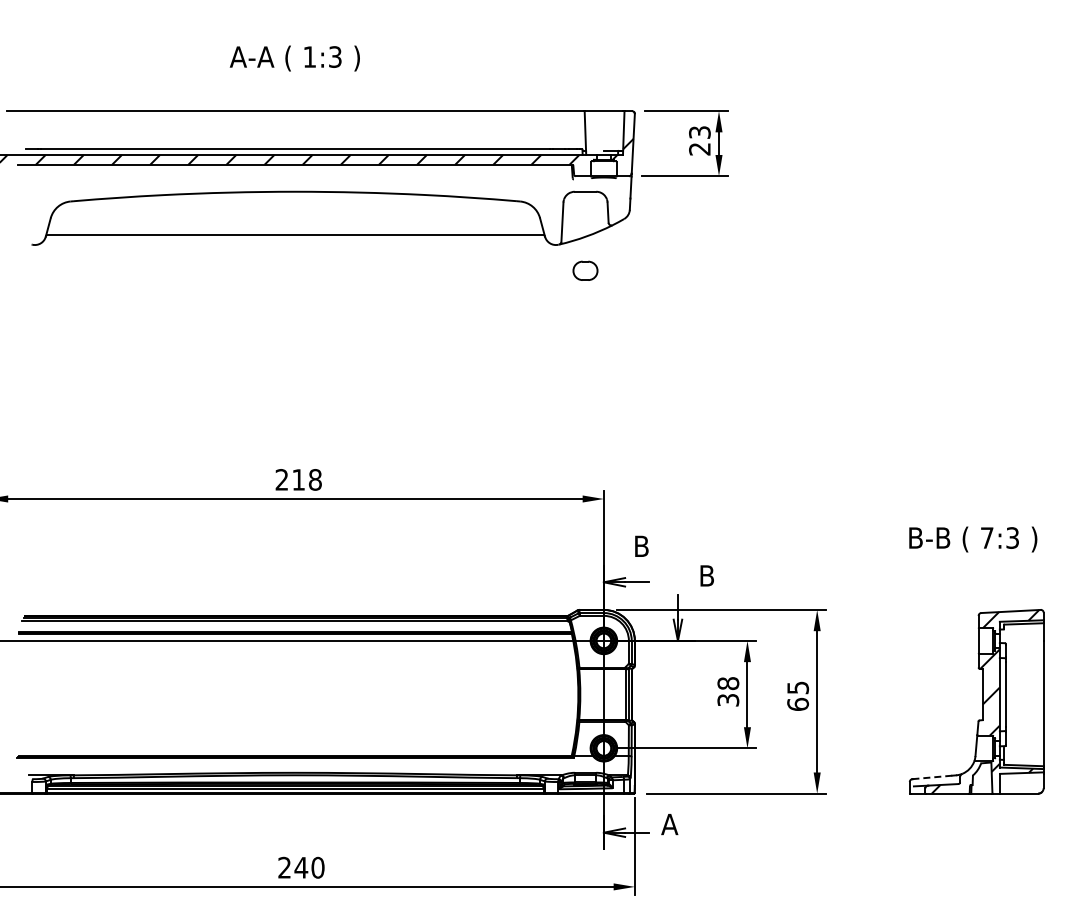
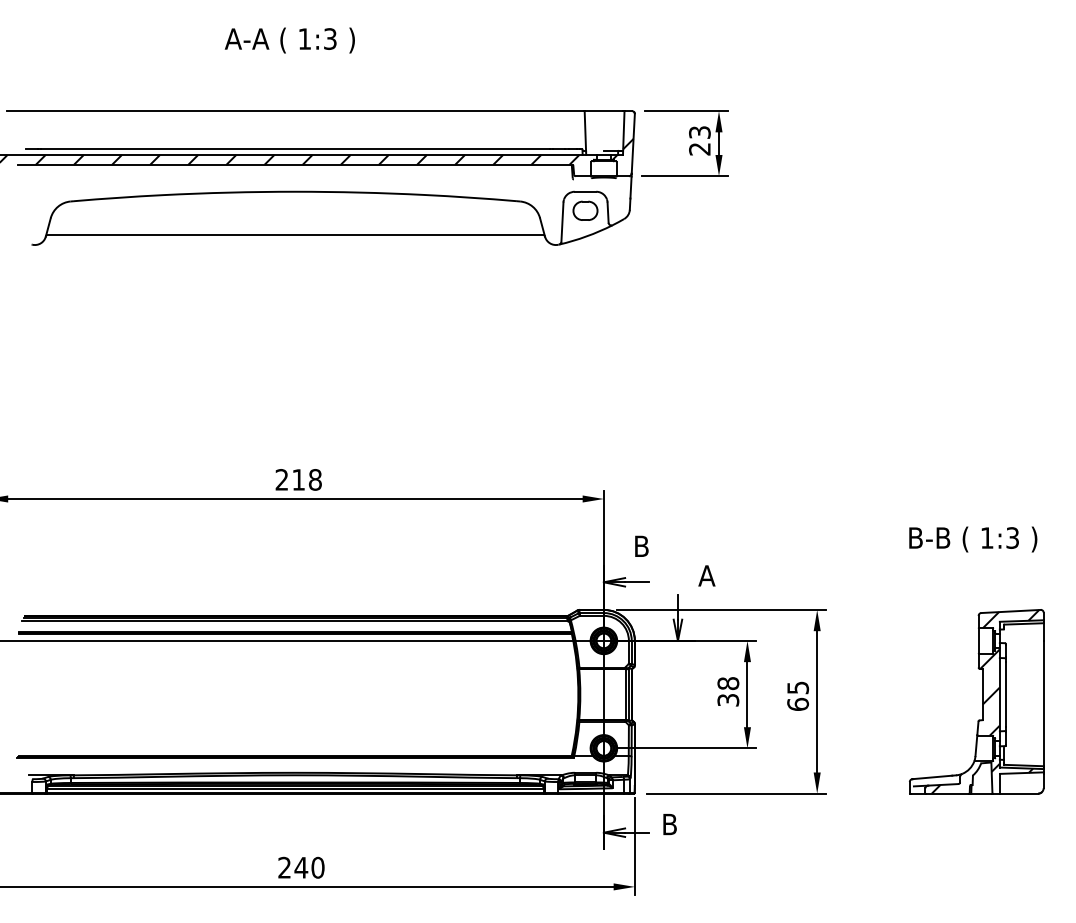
text at (294, 58) position: (294, 58) -> (289, 40)
part at (585, 270) position: (585, 270) -> (585, 210)
text at (987, 537): 7:3 -> 1:3
text at (706, 575): B -> A
line at (932, 777): dashed -> solid
text at (669, 824): A -> B
